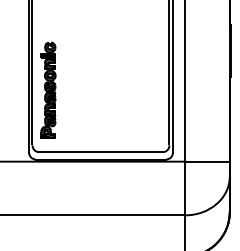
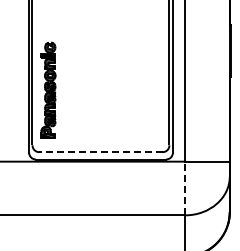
line at (100, 152): solid -> dashed
line at (185, 188): solid -> dashed
